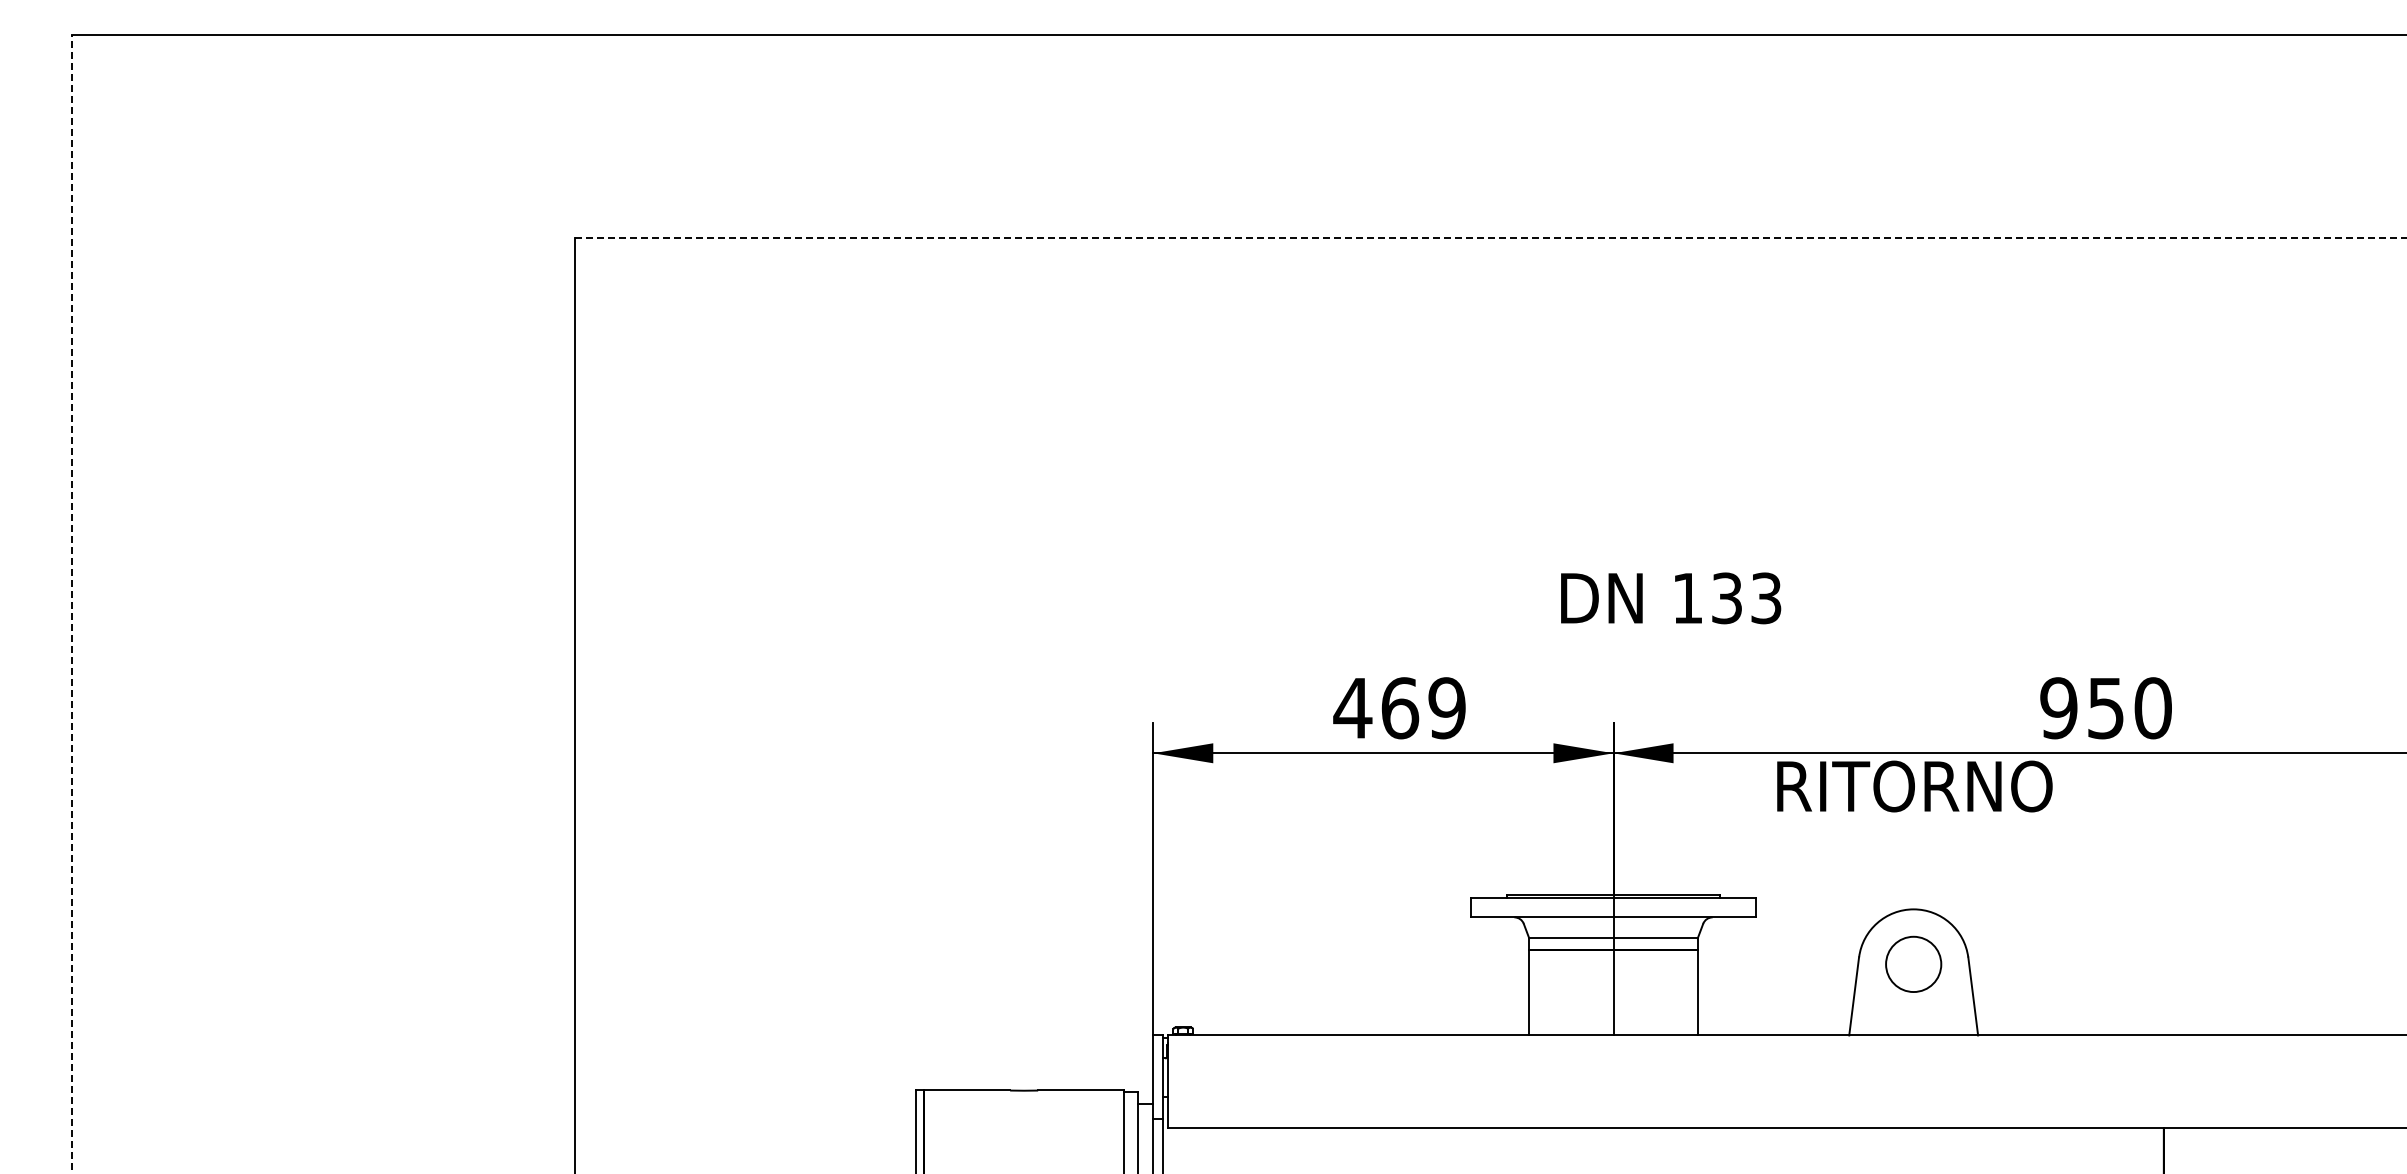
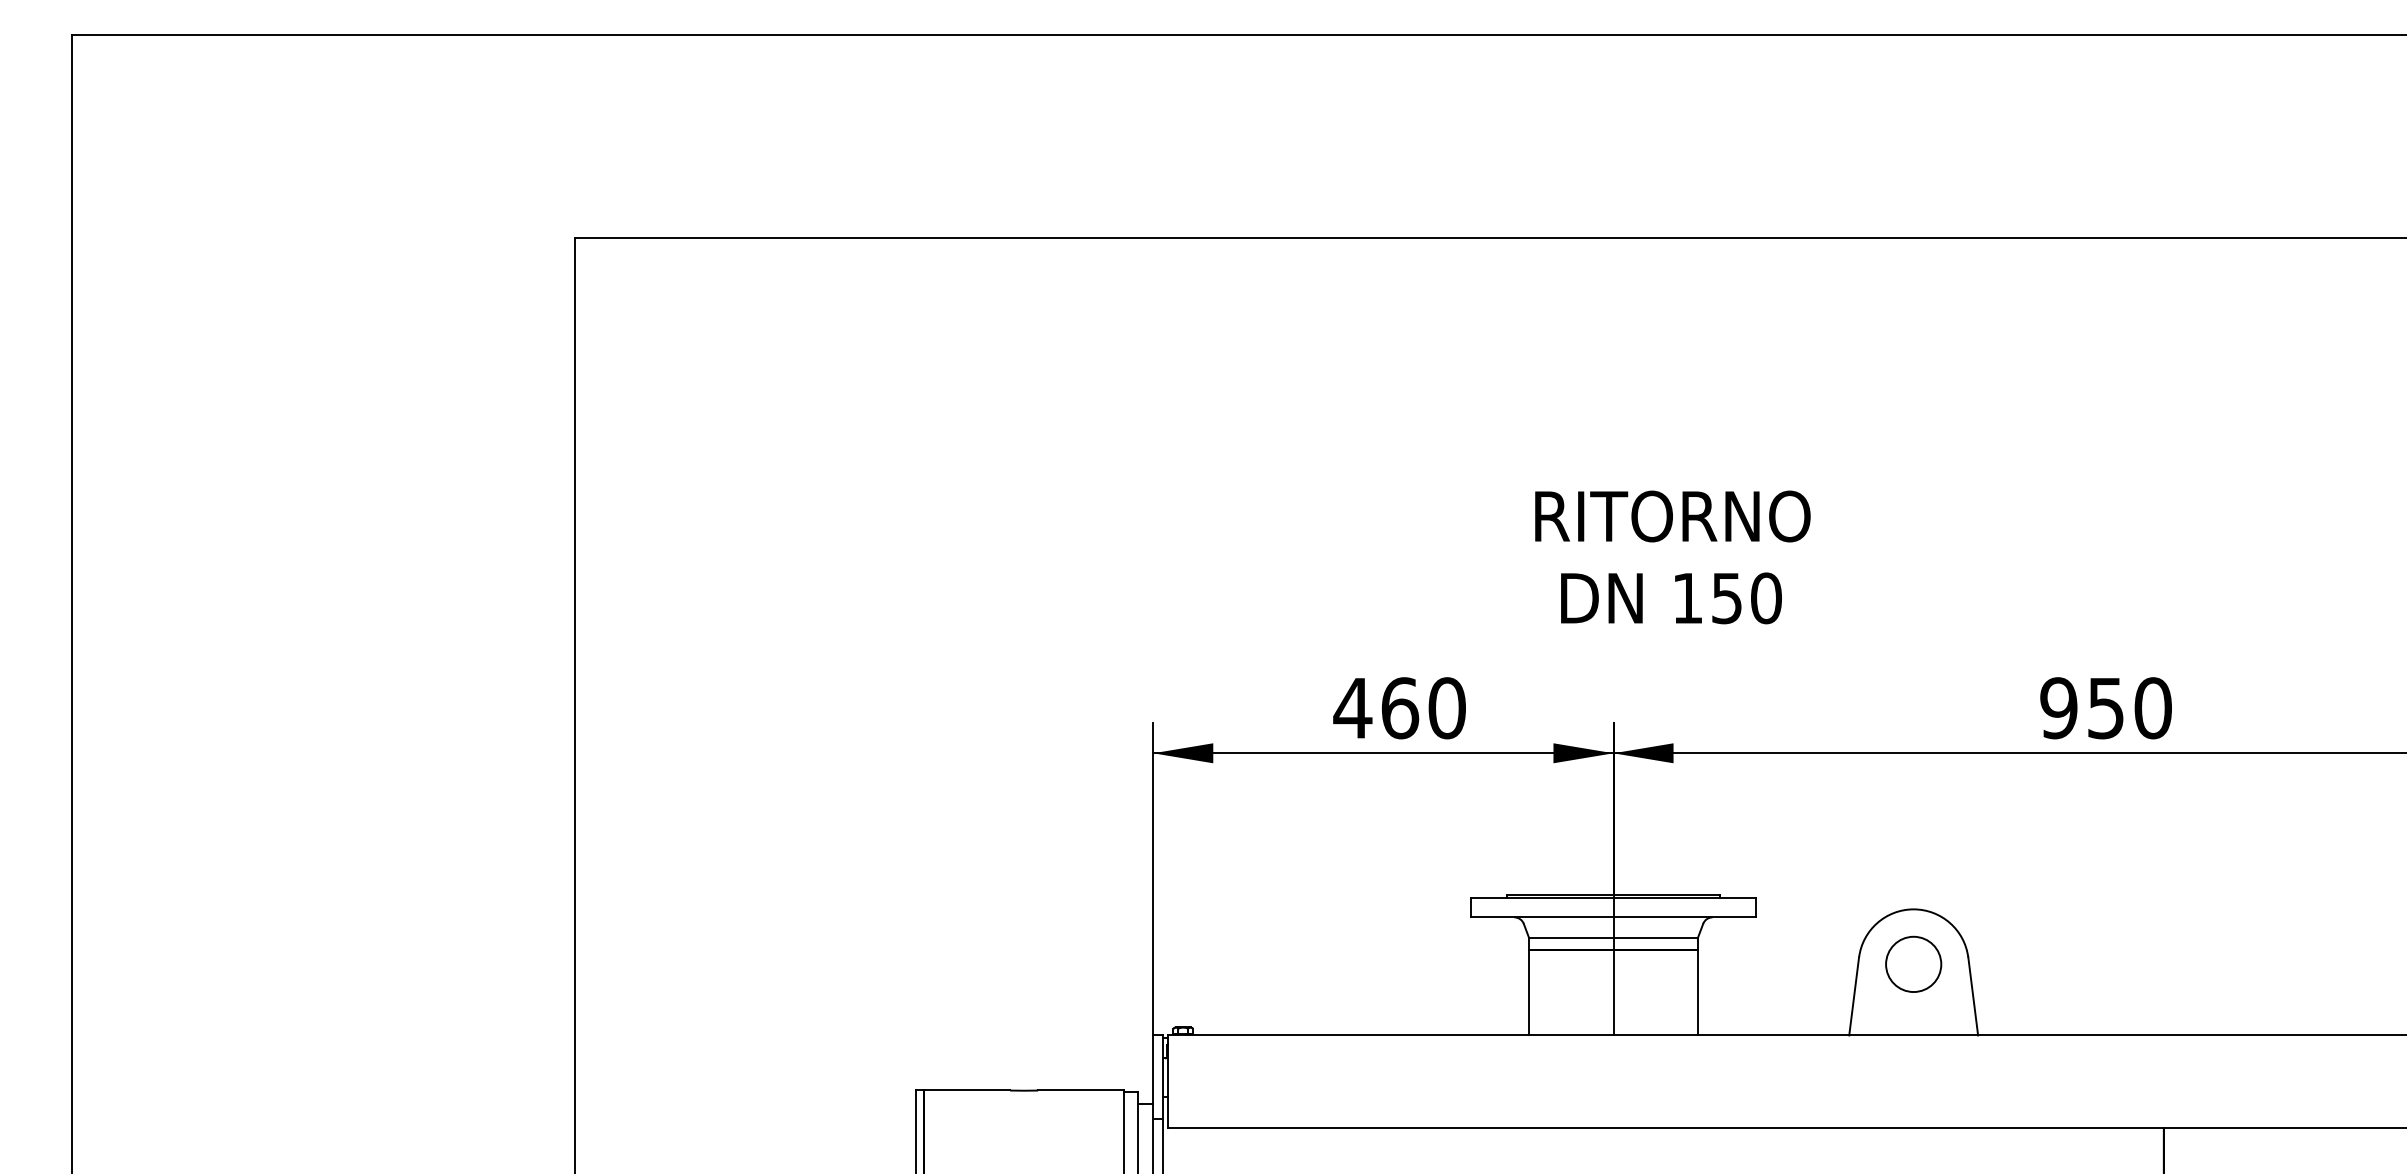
line at (1491, 238): dashed -> solid
text at (1746, 598): 133 -> 150
line at (72, 604): dashed -> solid
text at (1446, 708): 469 -> 460
text at (1914, 786) position: (1914, 786) -> (1672, 516)
